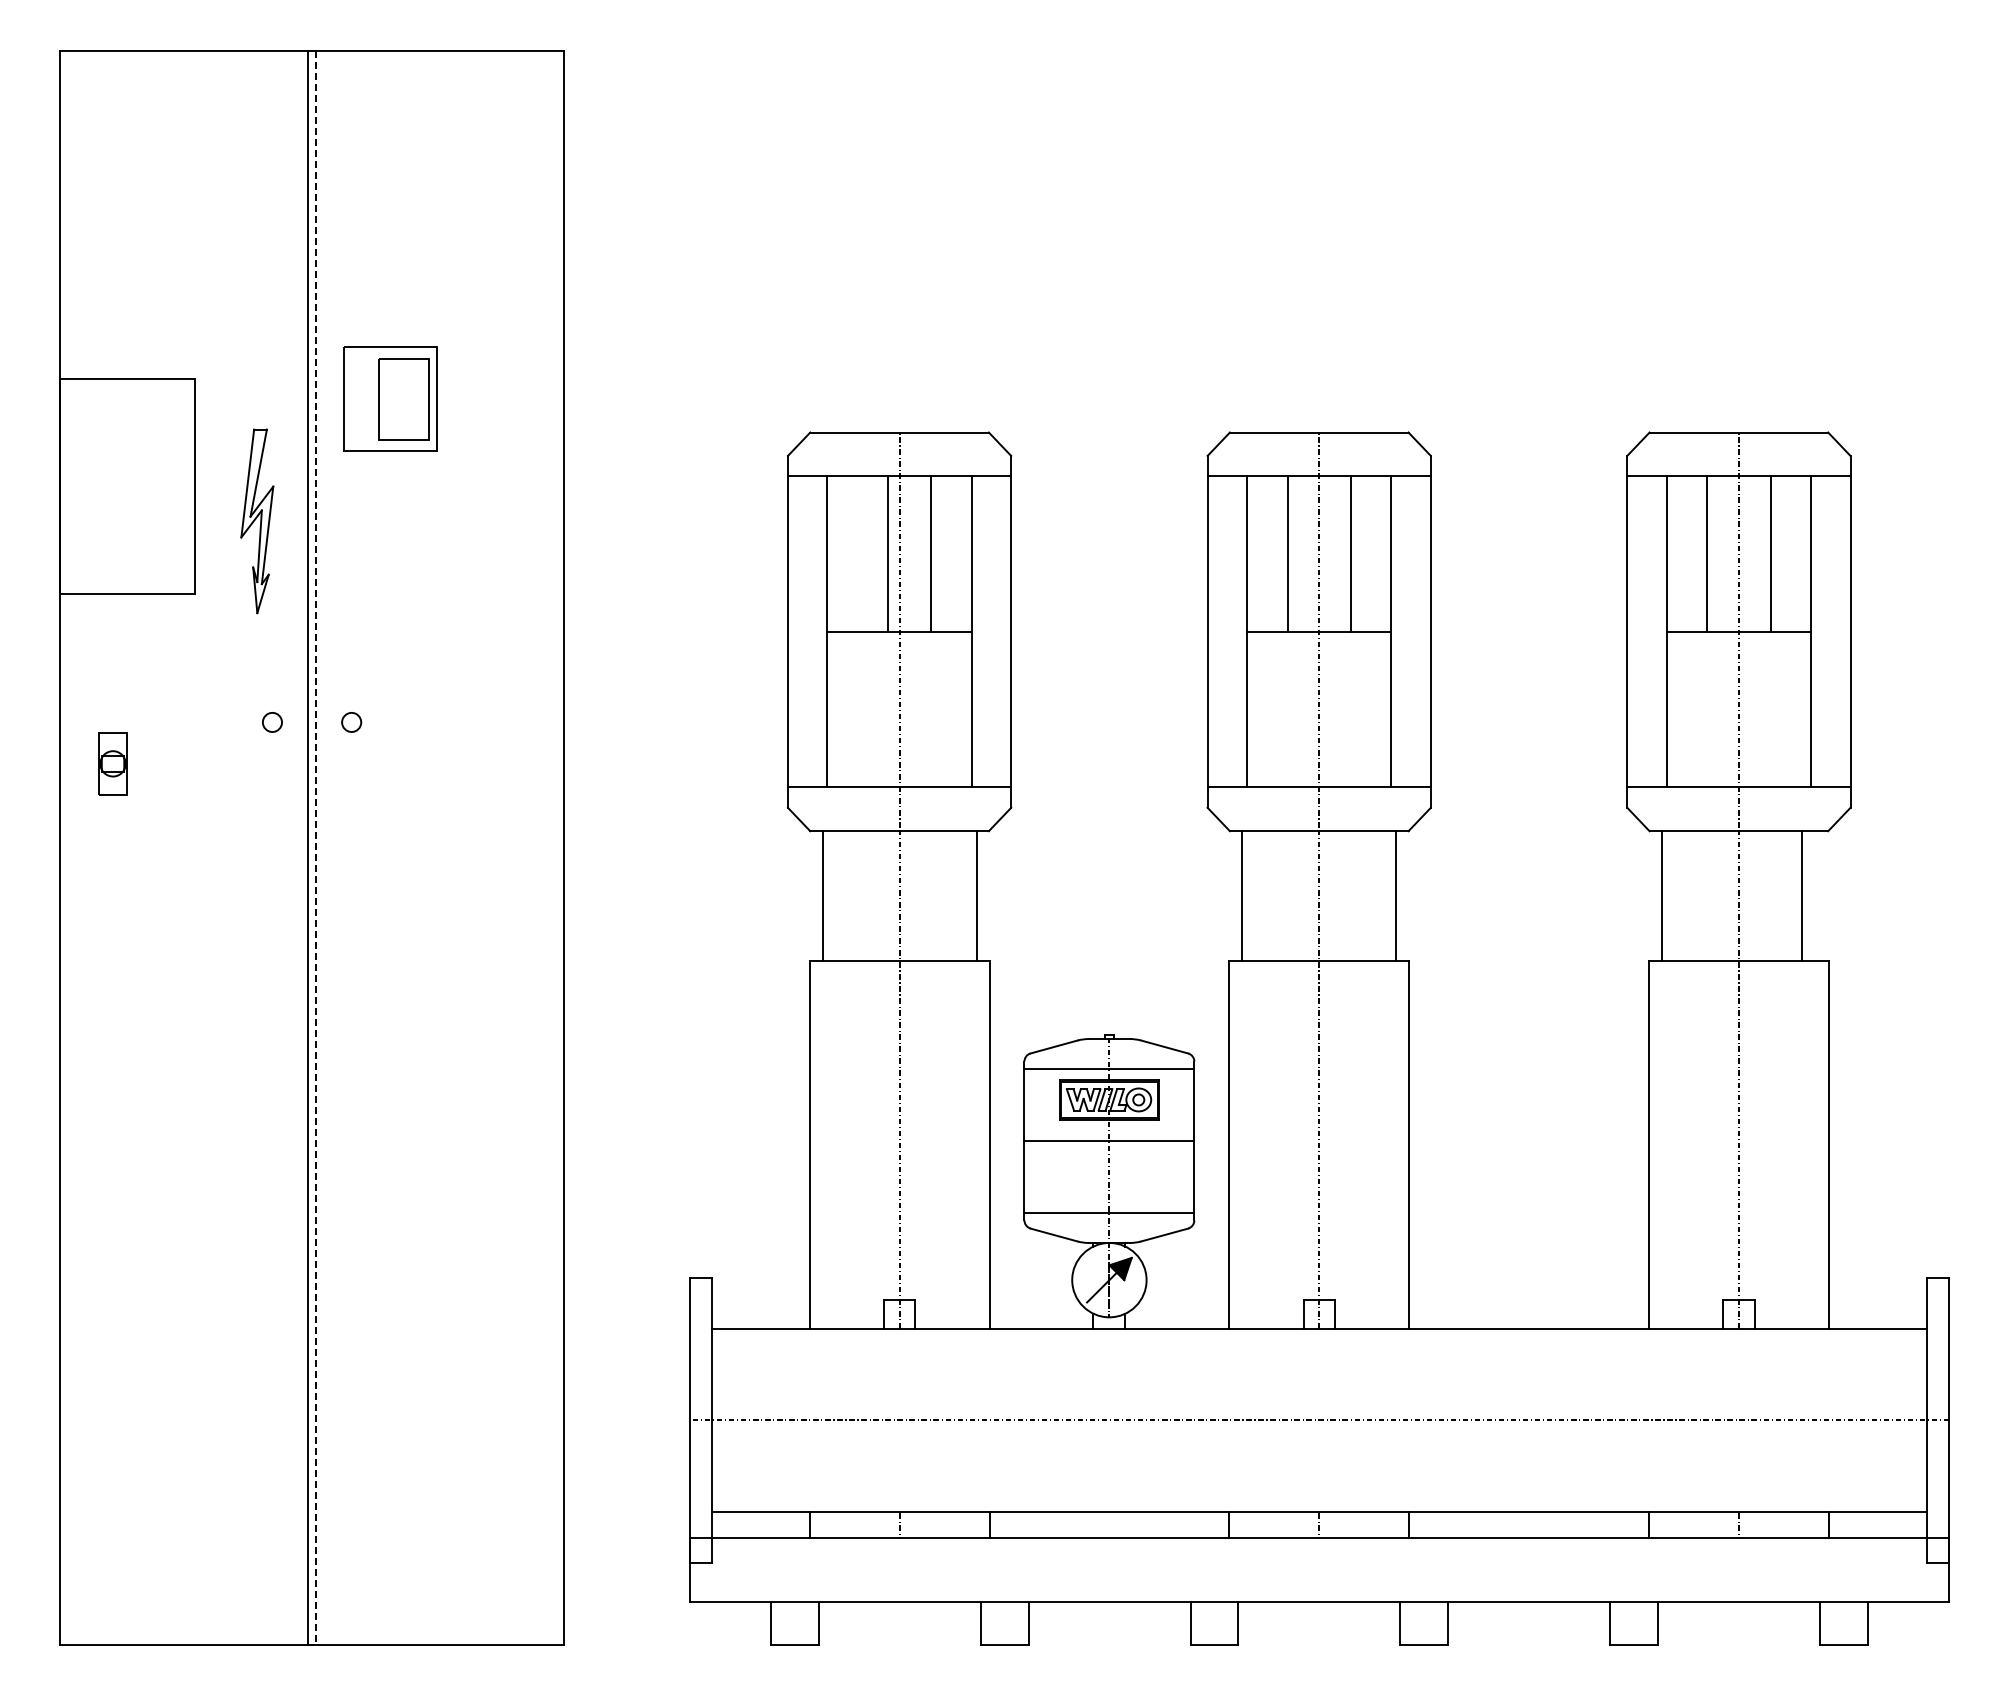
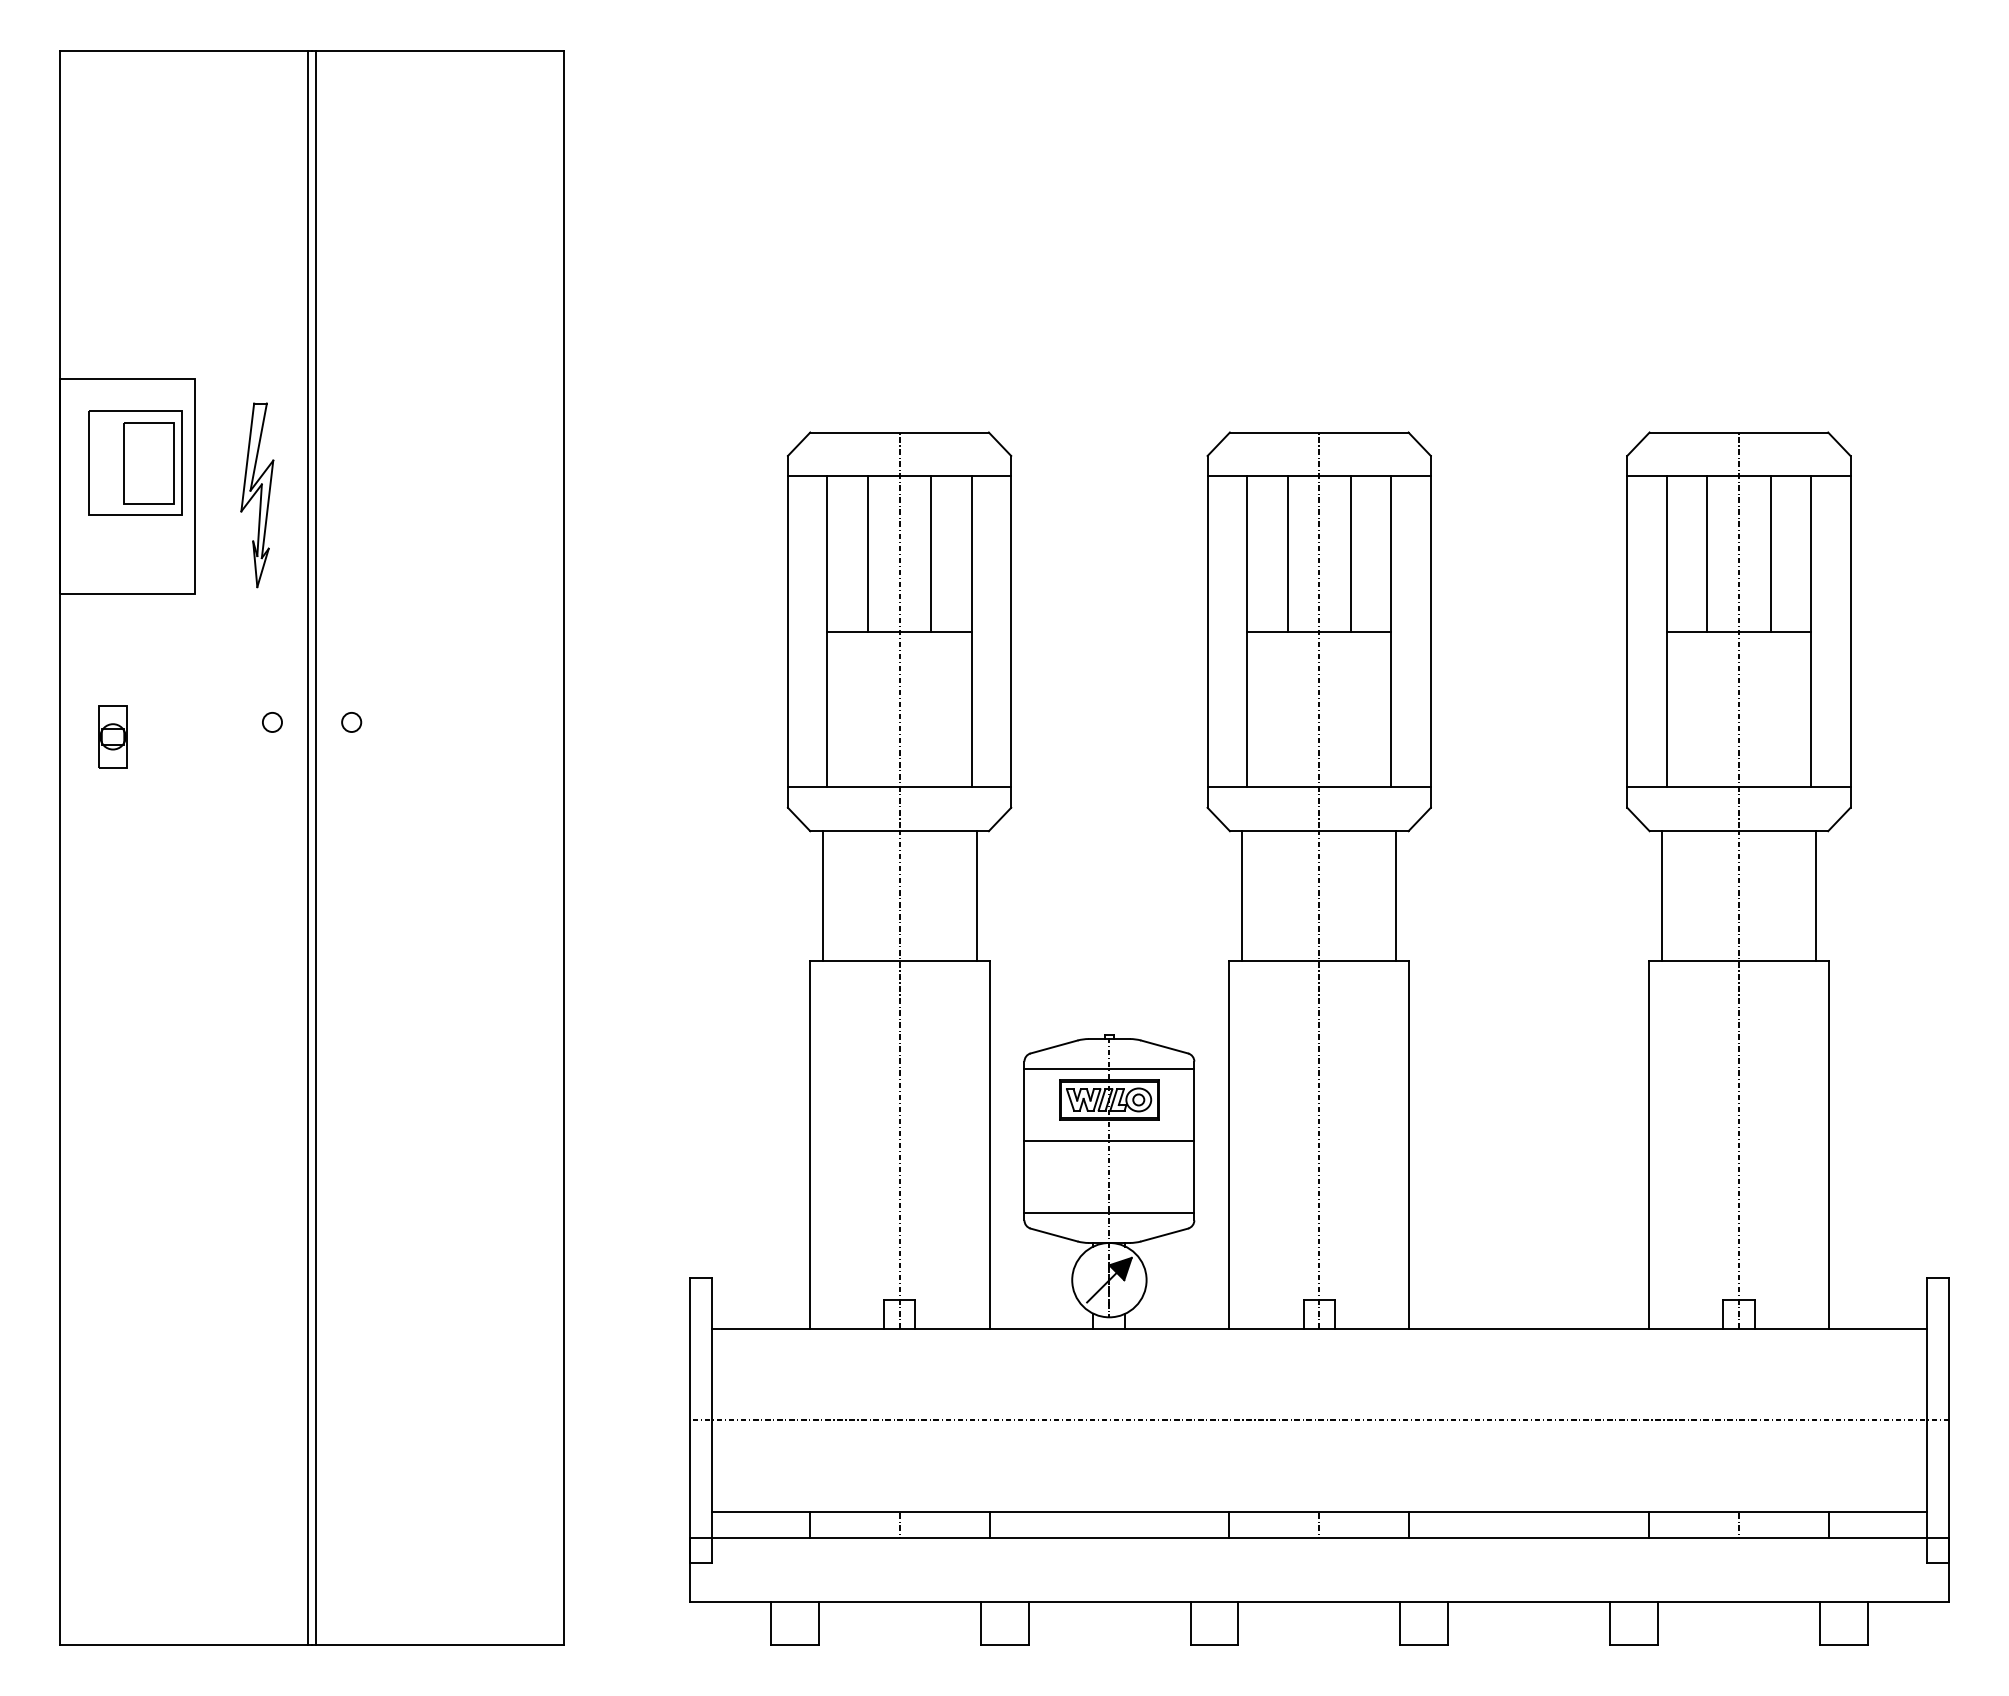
part at (390, 398) position: (390, 398) -> (135, 462)
part at (257, 521) position: (257, 521) -> (257, 495)
line at (887, 553) position: (887, 553) -> (867, 553)
part at (112, 763) position: (112, 763) -> (112, 736)
line at (316, 848): dashed -> solid
line at (1802, 895) position: (1802, 895) -> (1816, 895)
